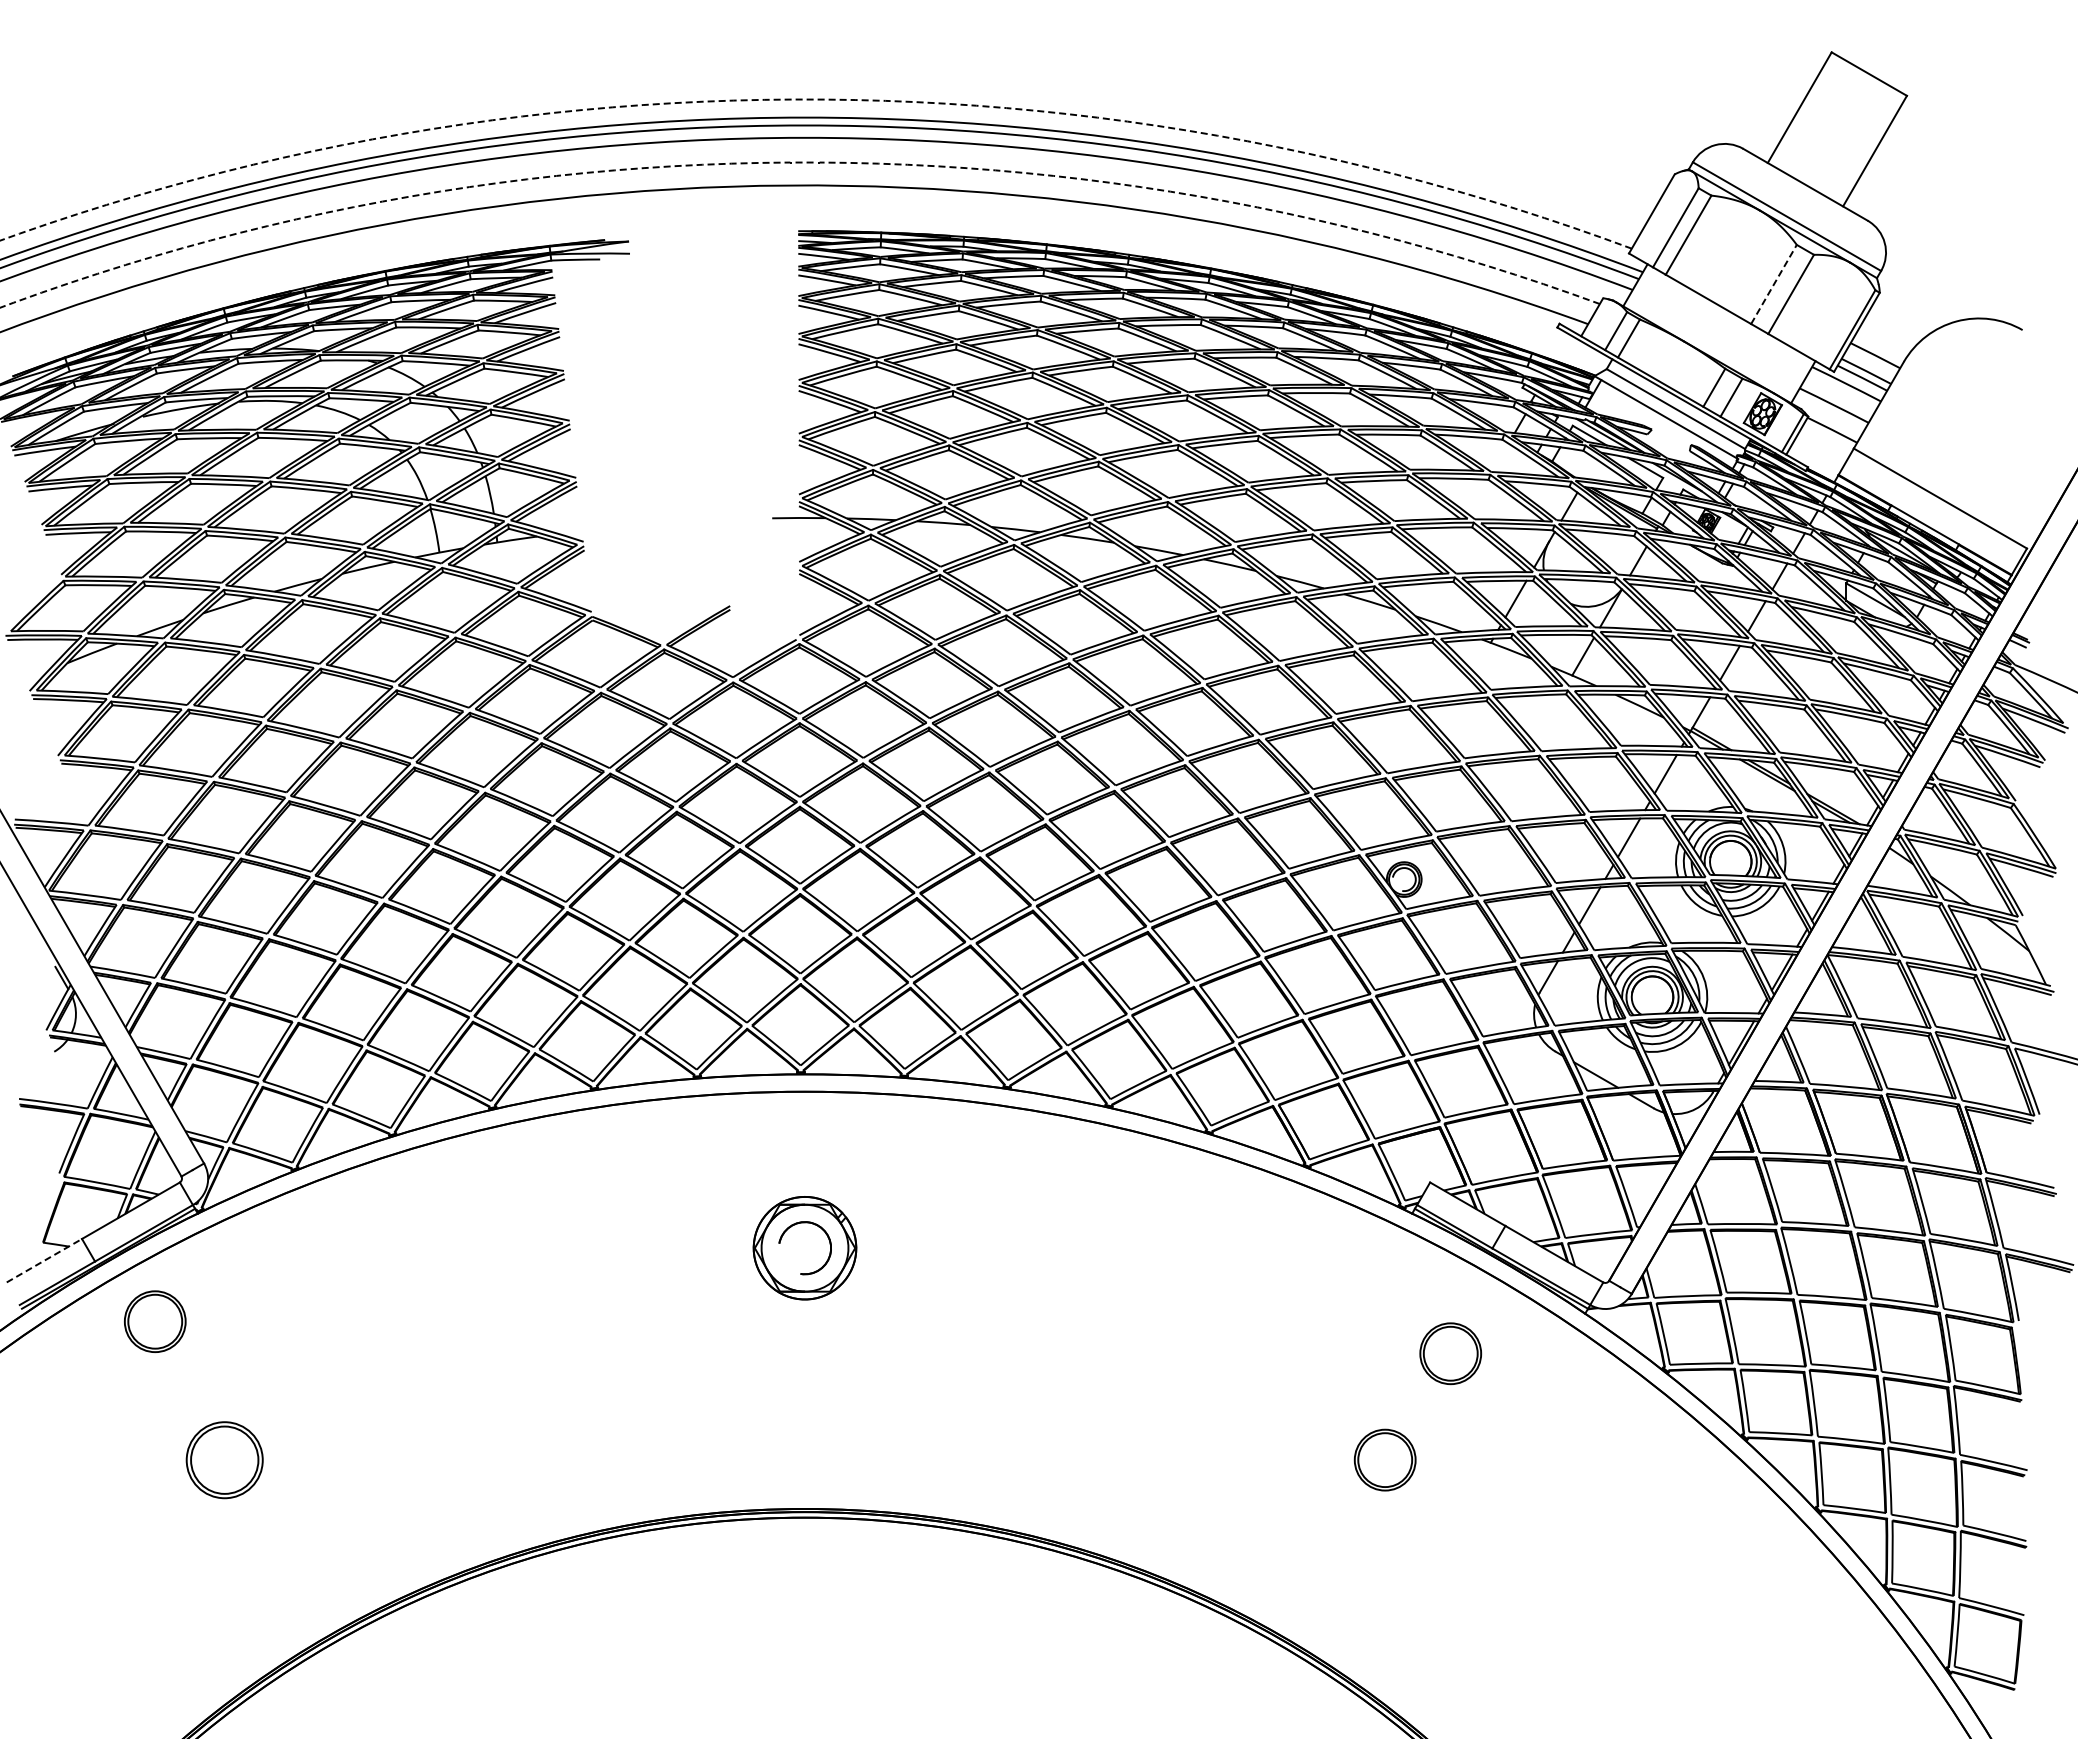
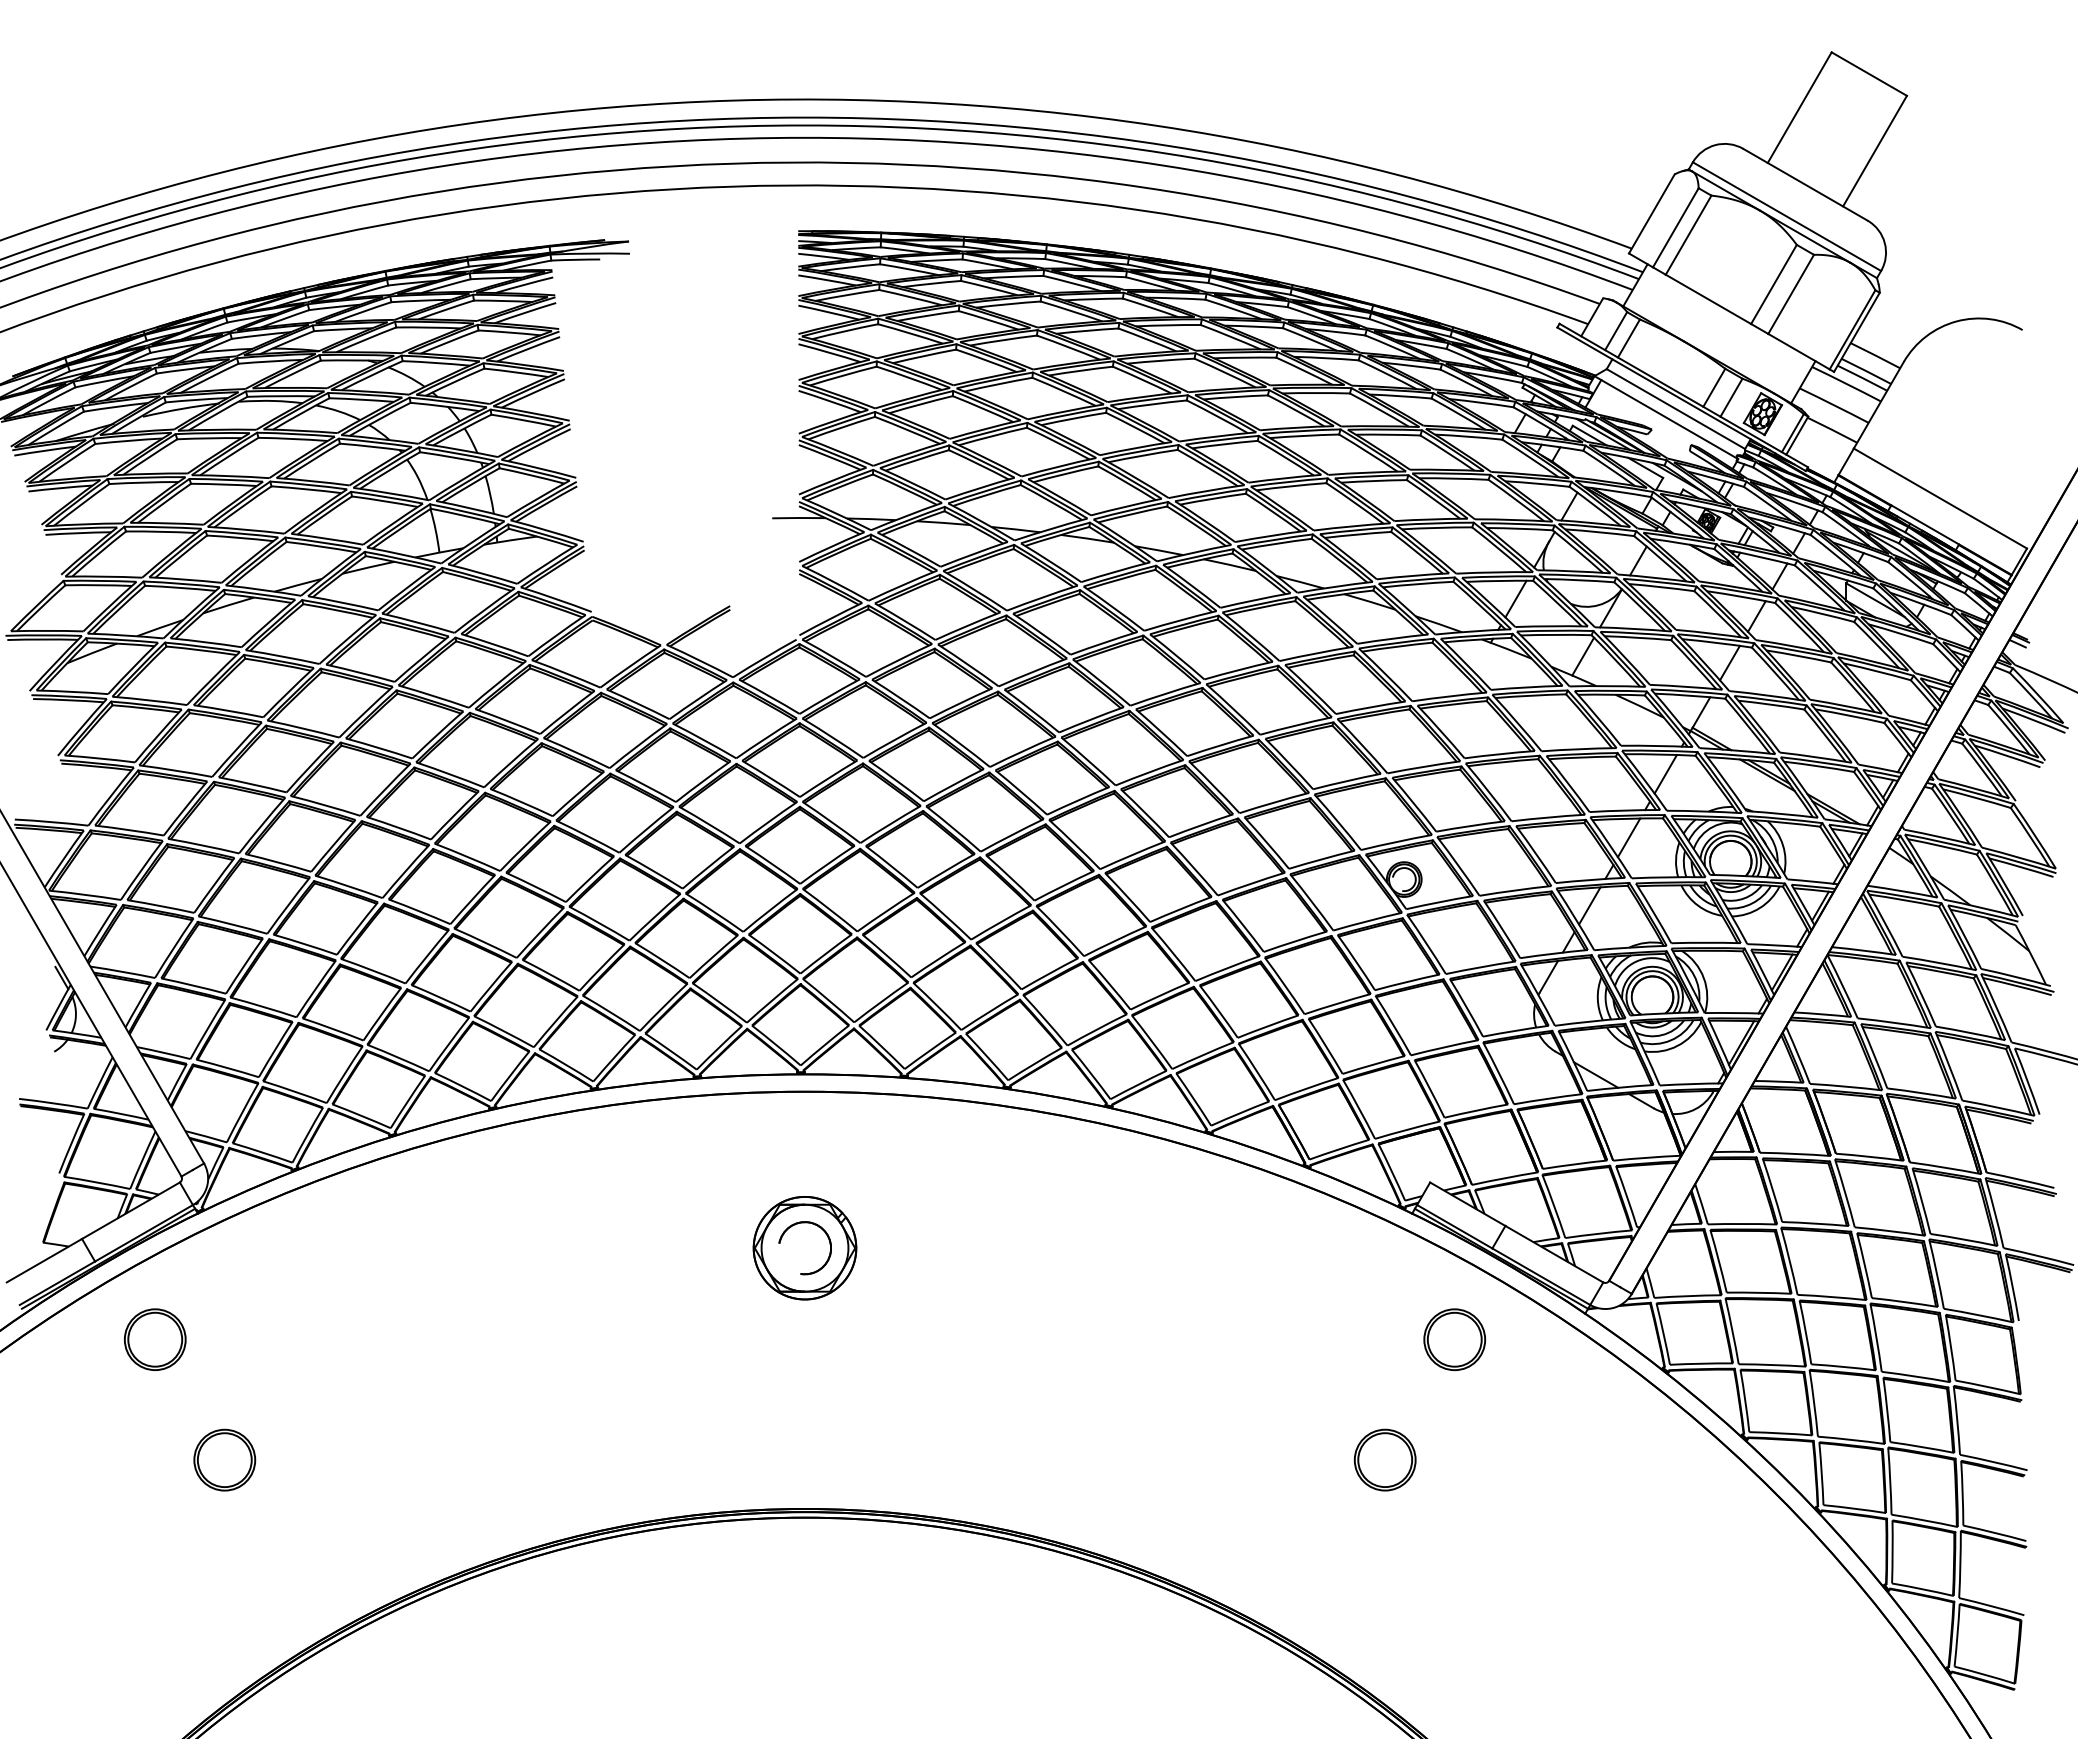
arc at (814, 99): dashed -> solid
arc at (797, 162): dashed -> solid
line at (1773, 284): dashed -> solid
line at (44, 1260): dashed -> solid
part at (155, 1321) position: (155, 1321) -> (155, 1339)
part at (1450, 1353) position: (1450, 1353) -> (1454, 1339)
part at (224, 1460) size: 79x79 px -> 64x64 px
